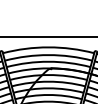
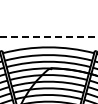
line at (49, 36): solid -> dashed
